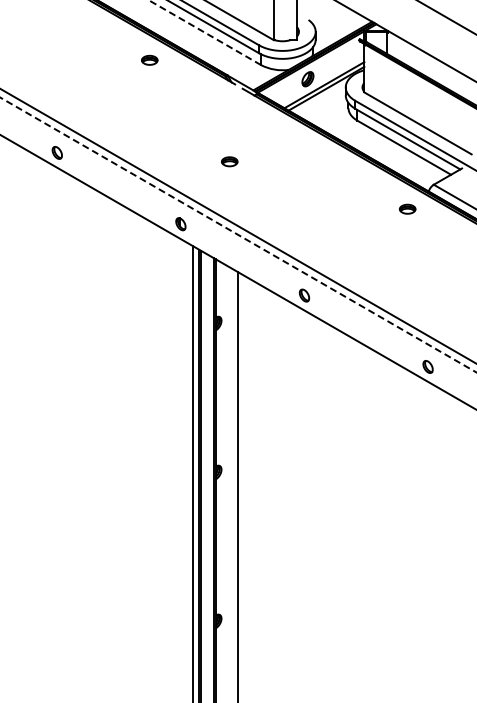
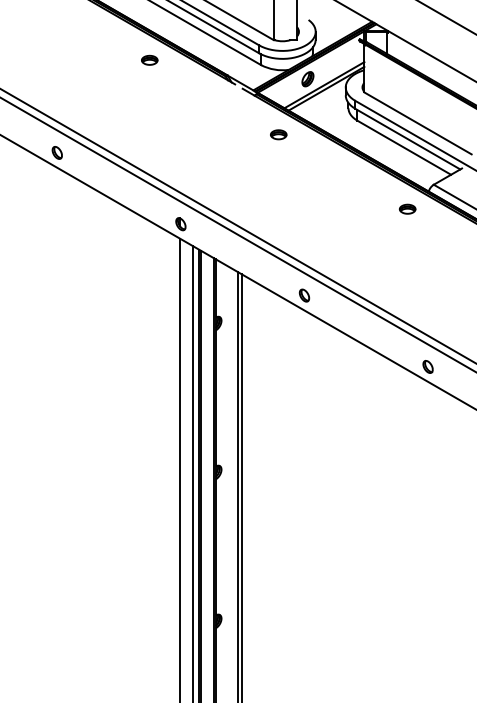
line at (204, 32): dashed -> solid
part at (229, 161) position: (229, 161) -> (278, 134)
line at (238, 235): dashed -> solid
line at (179, 468): none -> present
line at (242, 486): none -> present
